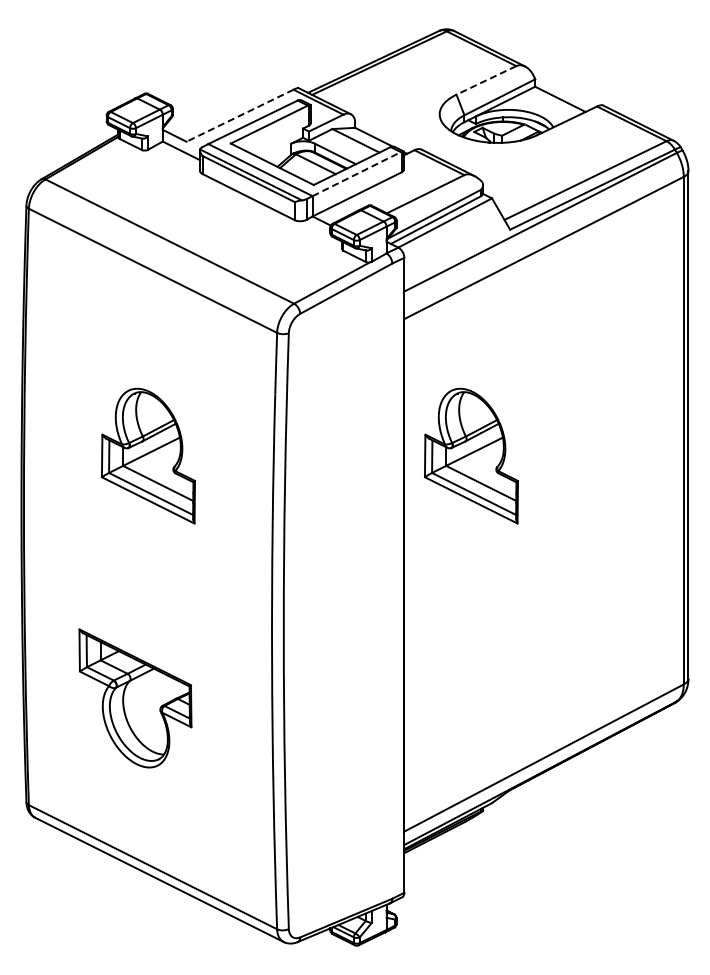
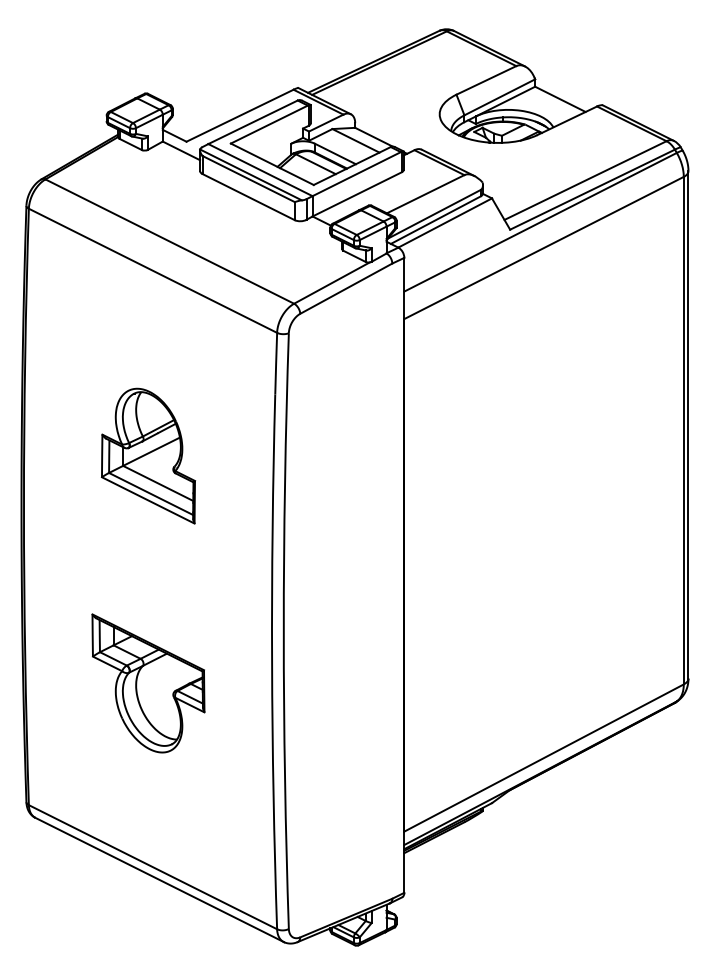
line at (485, 80): dashed -> solid
line at (240, 115): dashed -> solid
line at (357, 173): dashed -> solid
part at (471, 455): present -> none
part at (135, 698) position: (135, 698) -> (148, 683)
